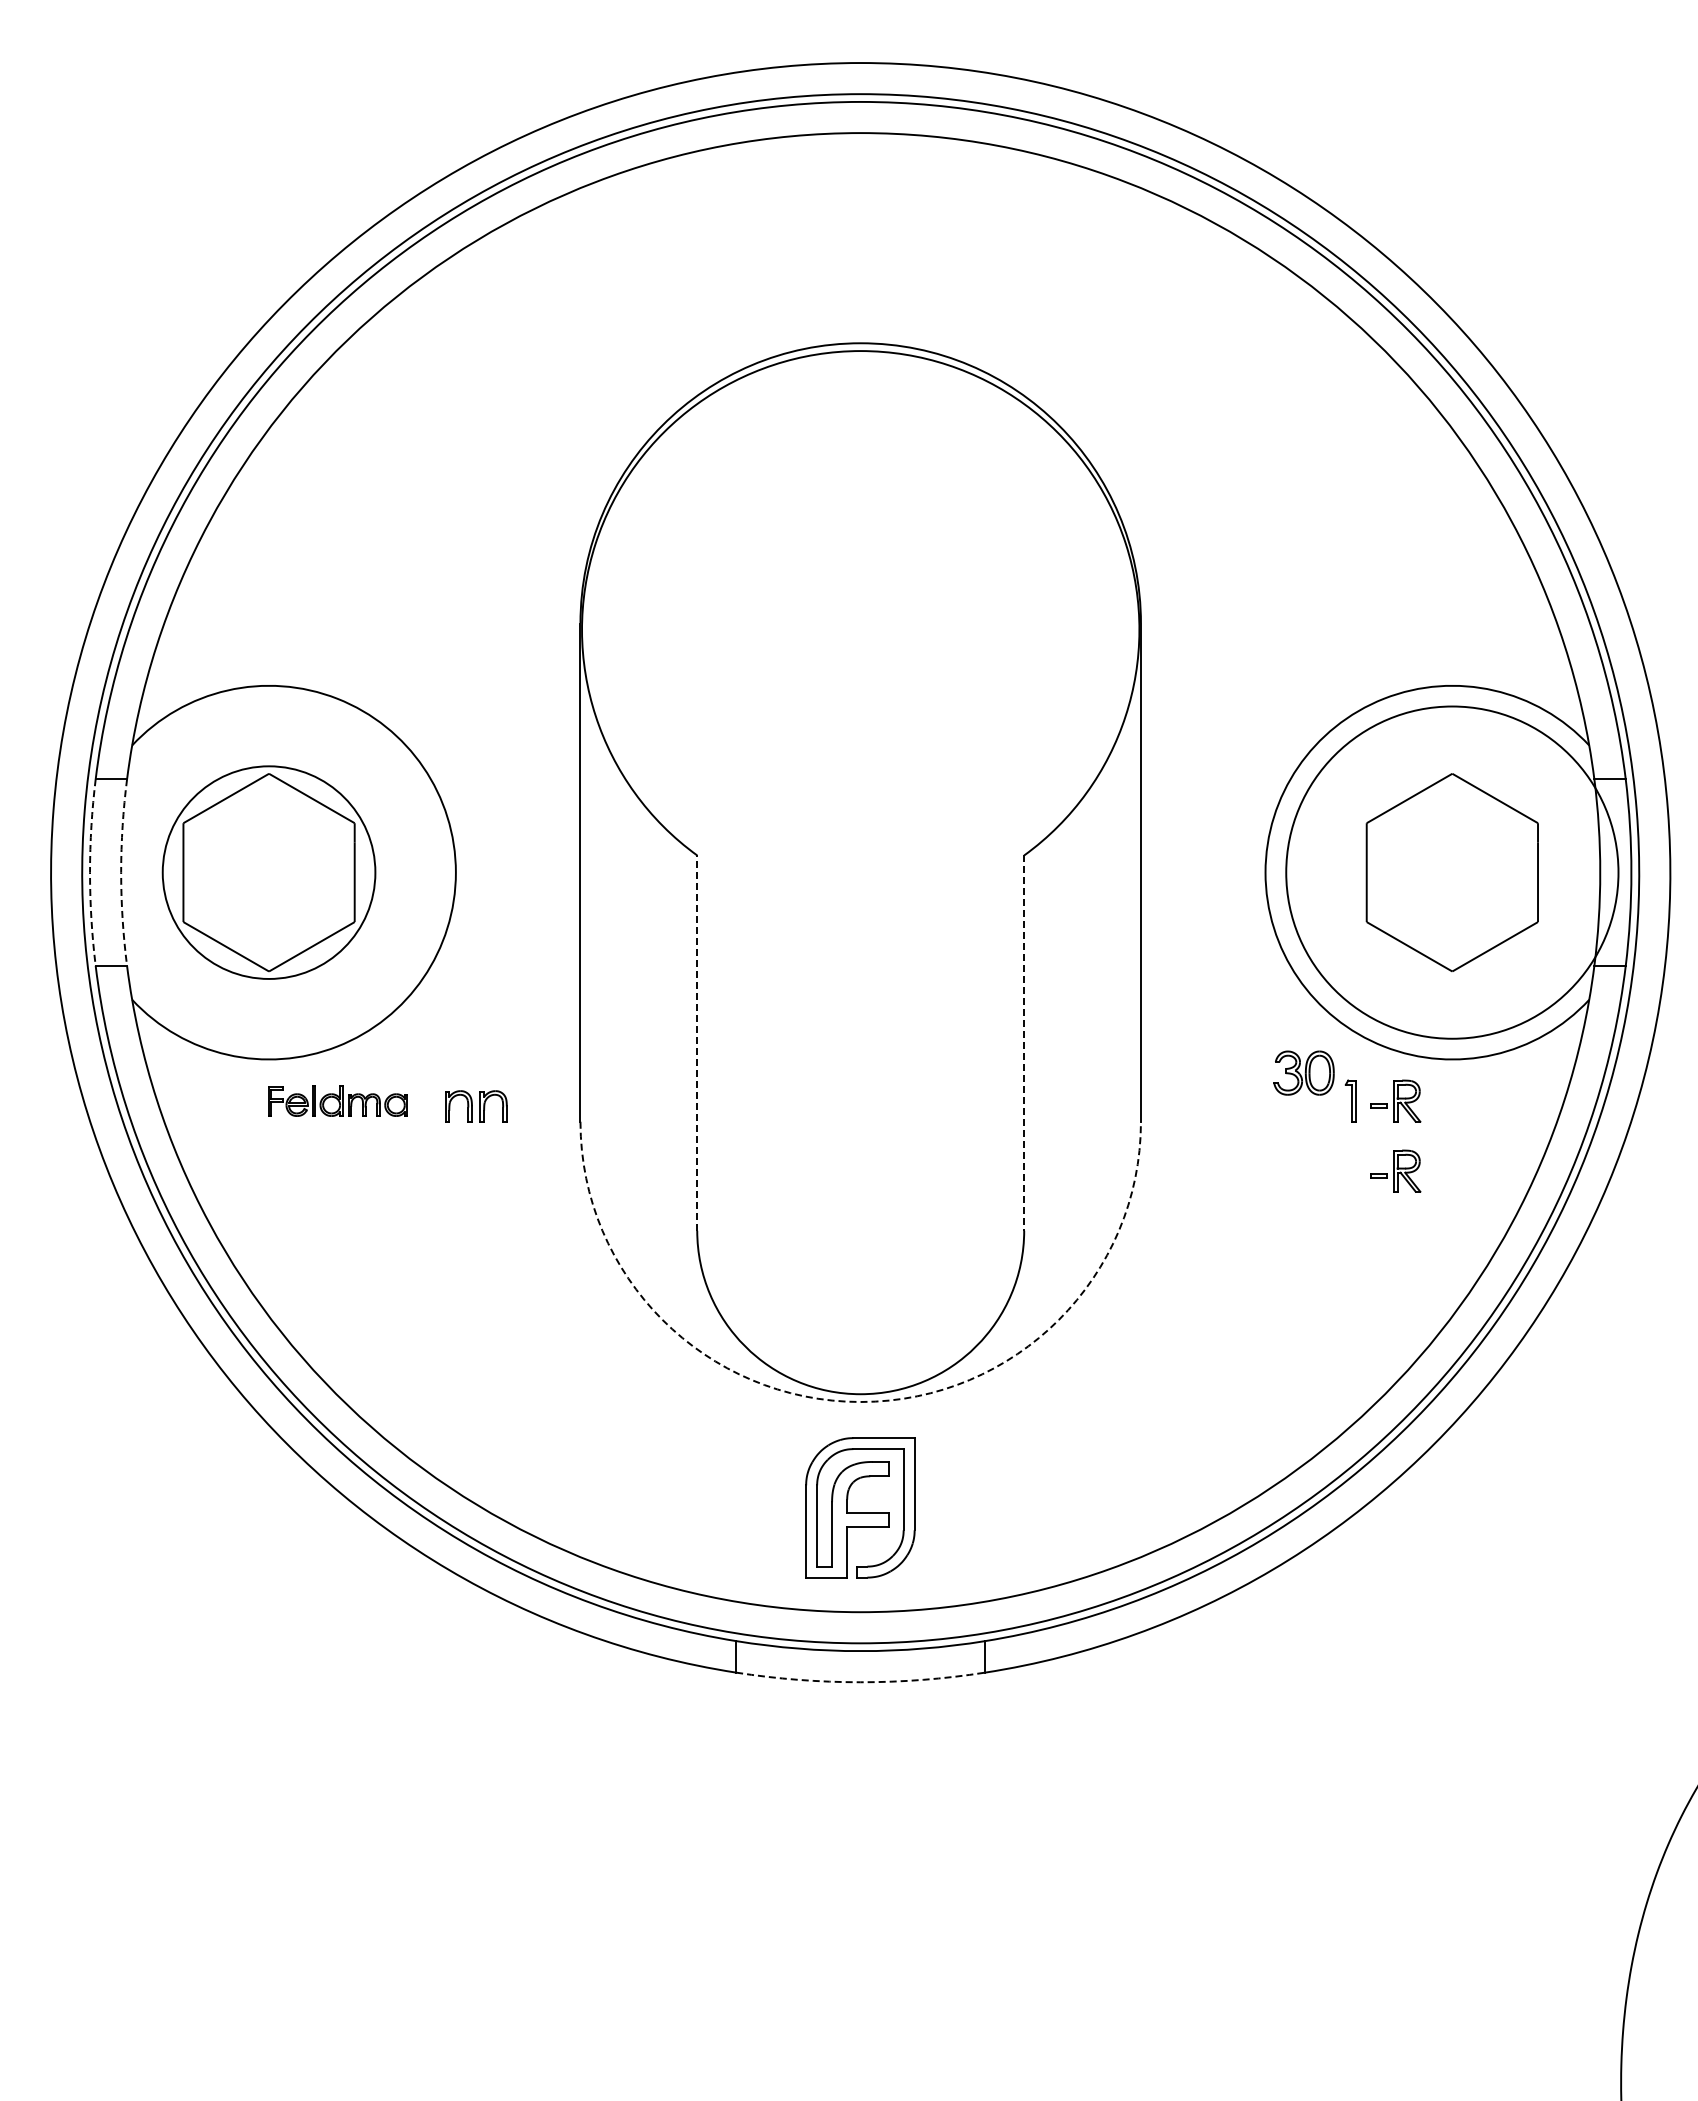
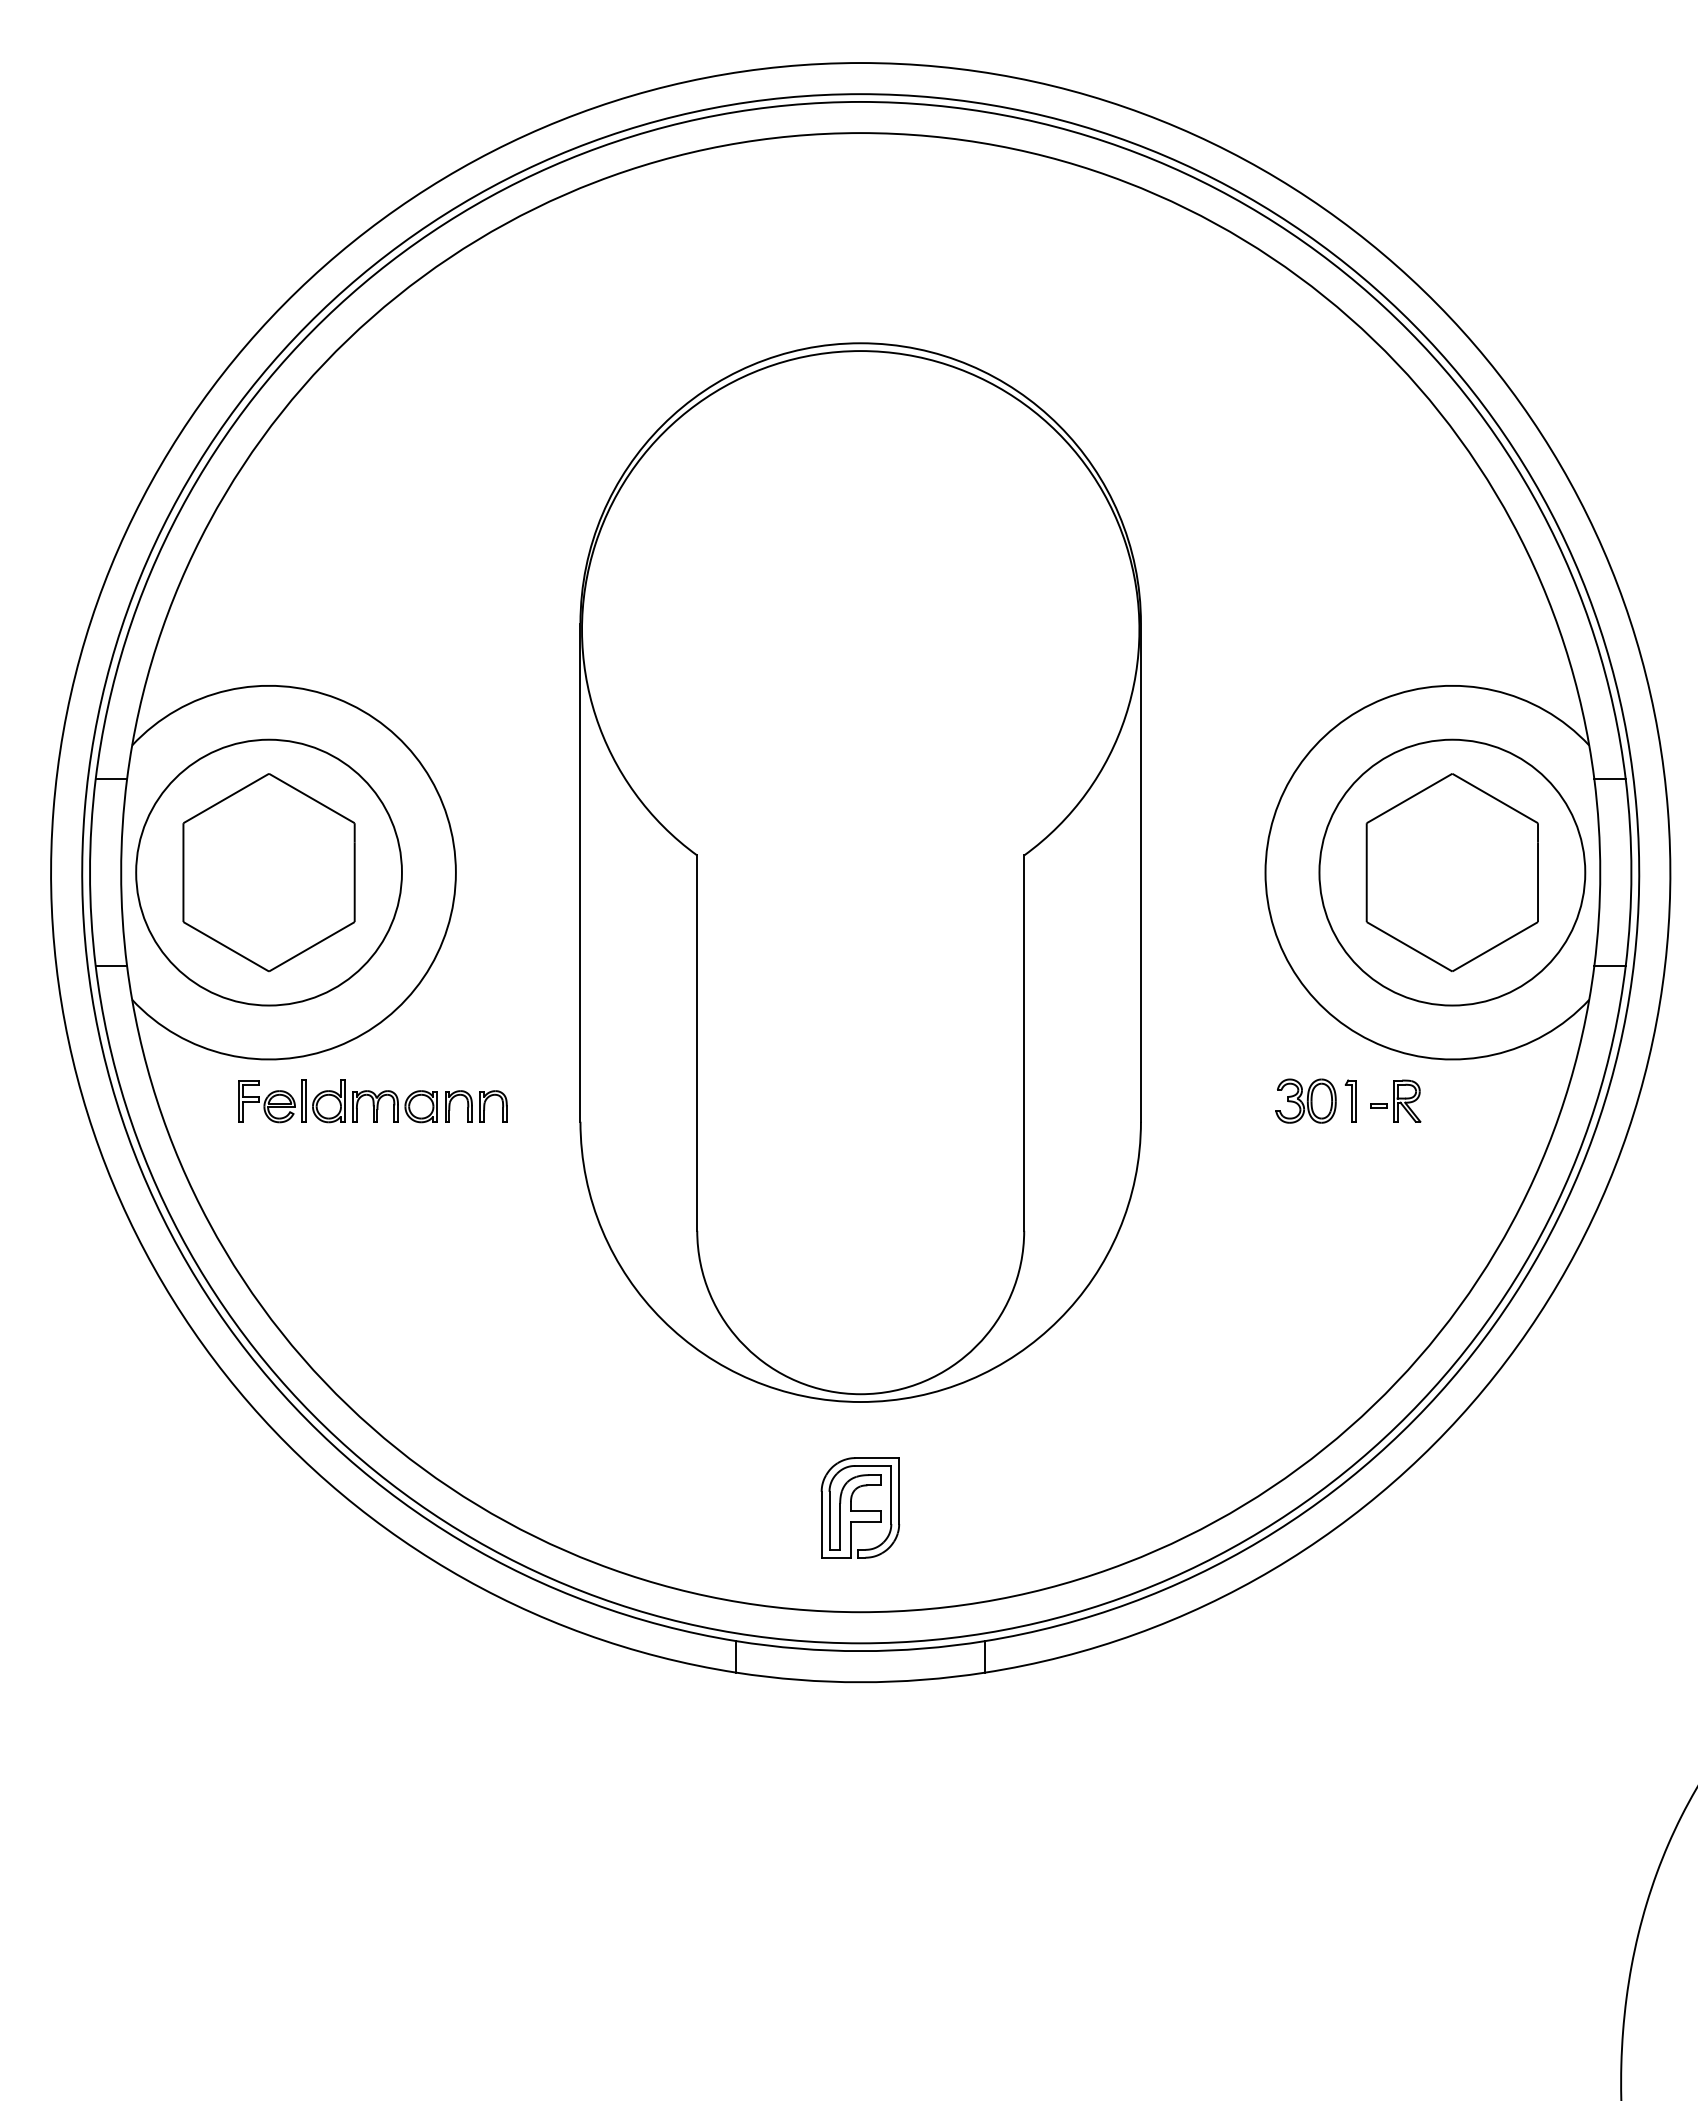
arc at (90, 872): dashed -> solid
arc at (121, 872): dashed -> solid
circle at (268, 872) diameter: 213 px -> 266 px
circle at (1452, 872) diameter: 332 px -> 266 px
line at (697, 1043): dashed -> solid
line at (1024, 1043): dashed -> solid
part at (1303, 1072) position: (1303, 1072) -> (1305, 1100)
part at (337, 1100) size: 140x32 px -> 200x45 px
part at (1395, 1170): present -> none
arc at (860, 1402): dashed -> solid
part at (860, 1507) size: 111x142 px -> 81x102 px
arc at (860, 1682): dashed -> solid
